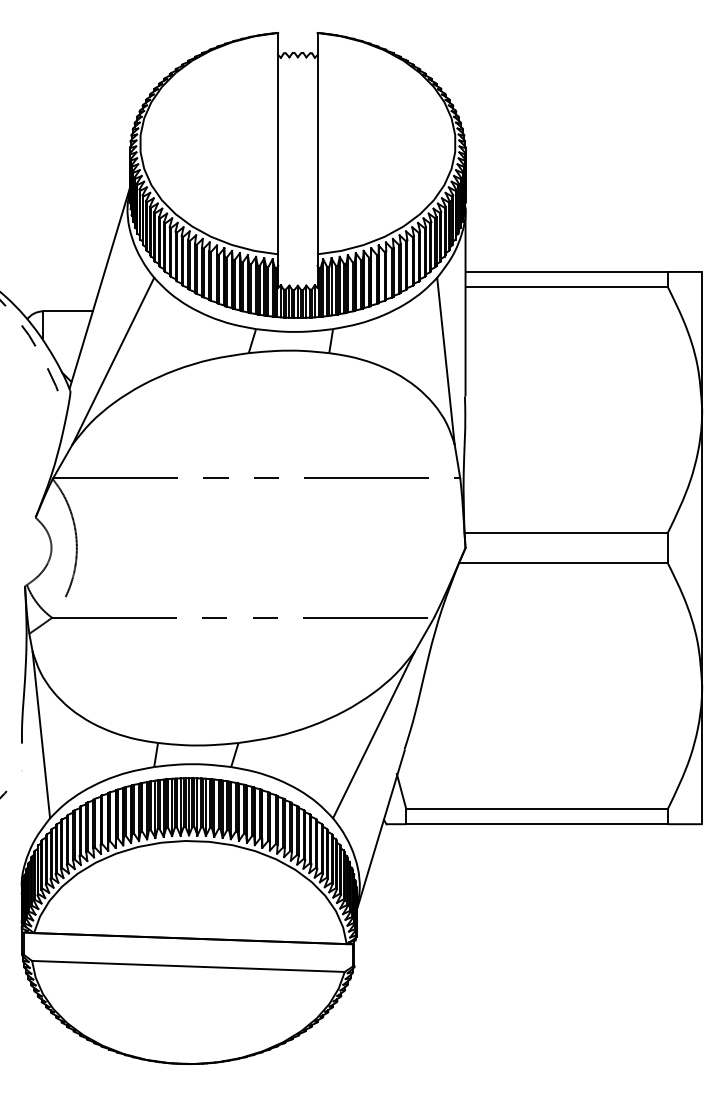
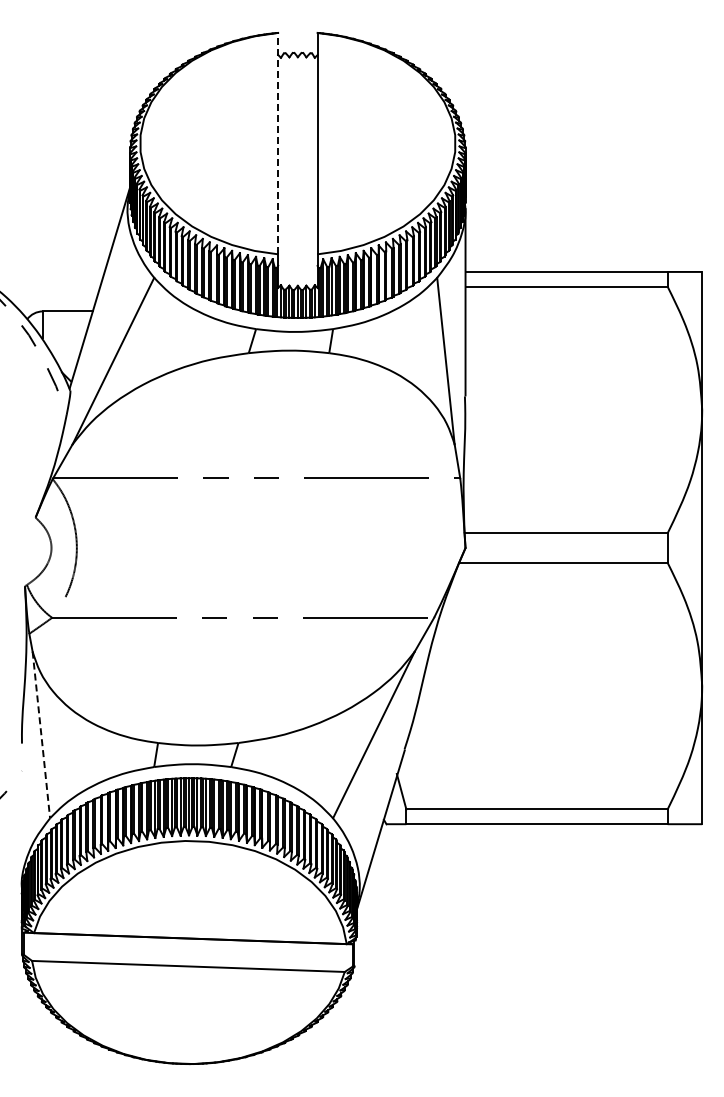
line at (278, 143): solid -> dashed
line at (41, 734): solid -> dashed
